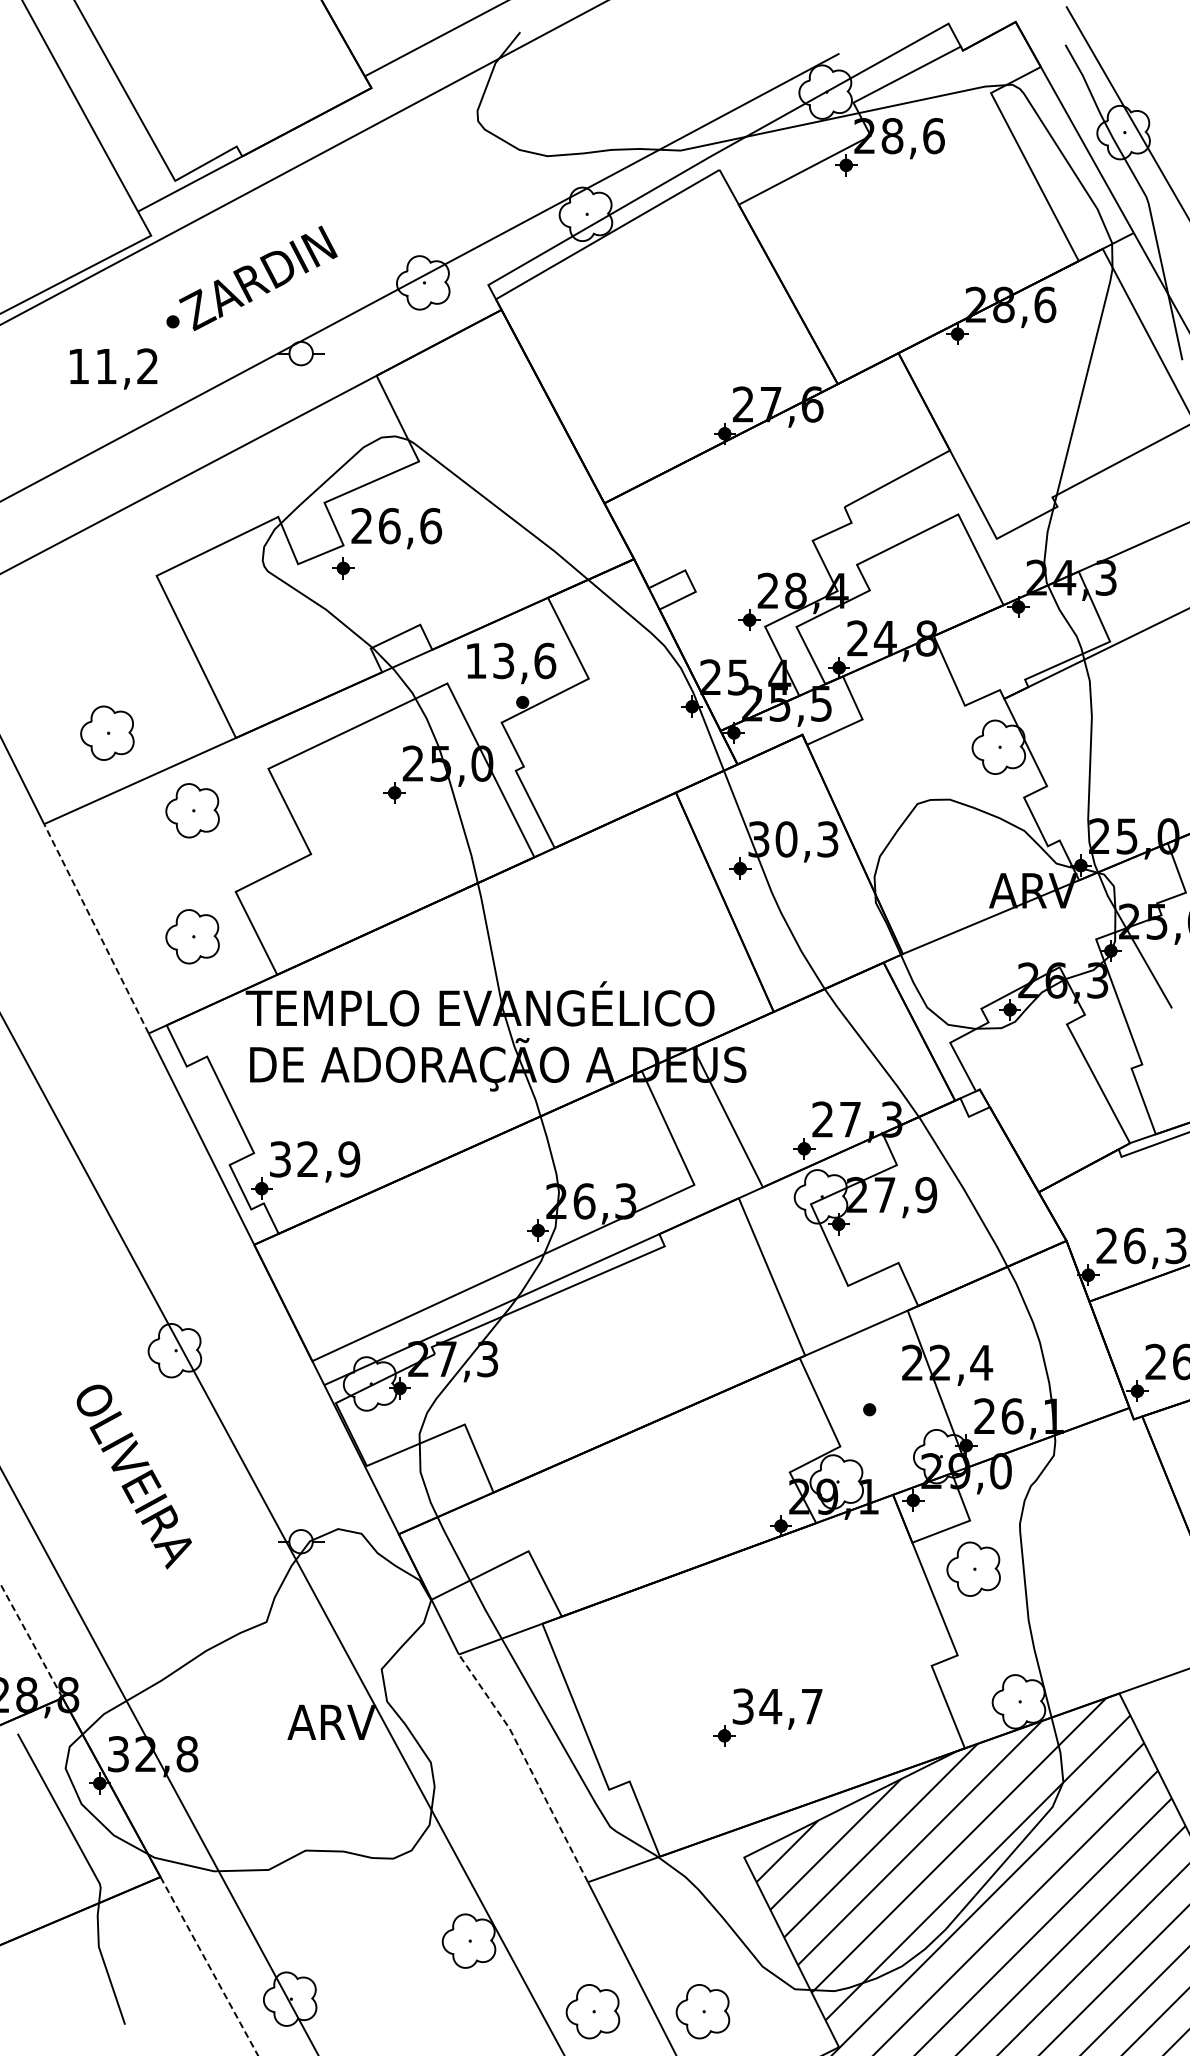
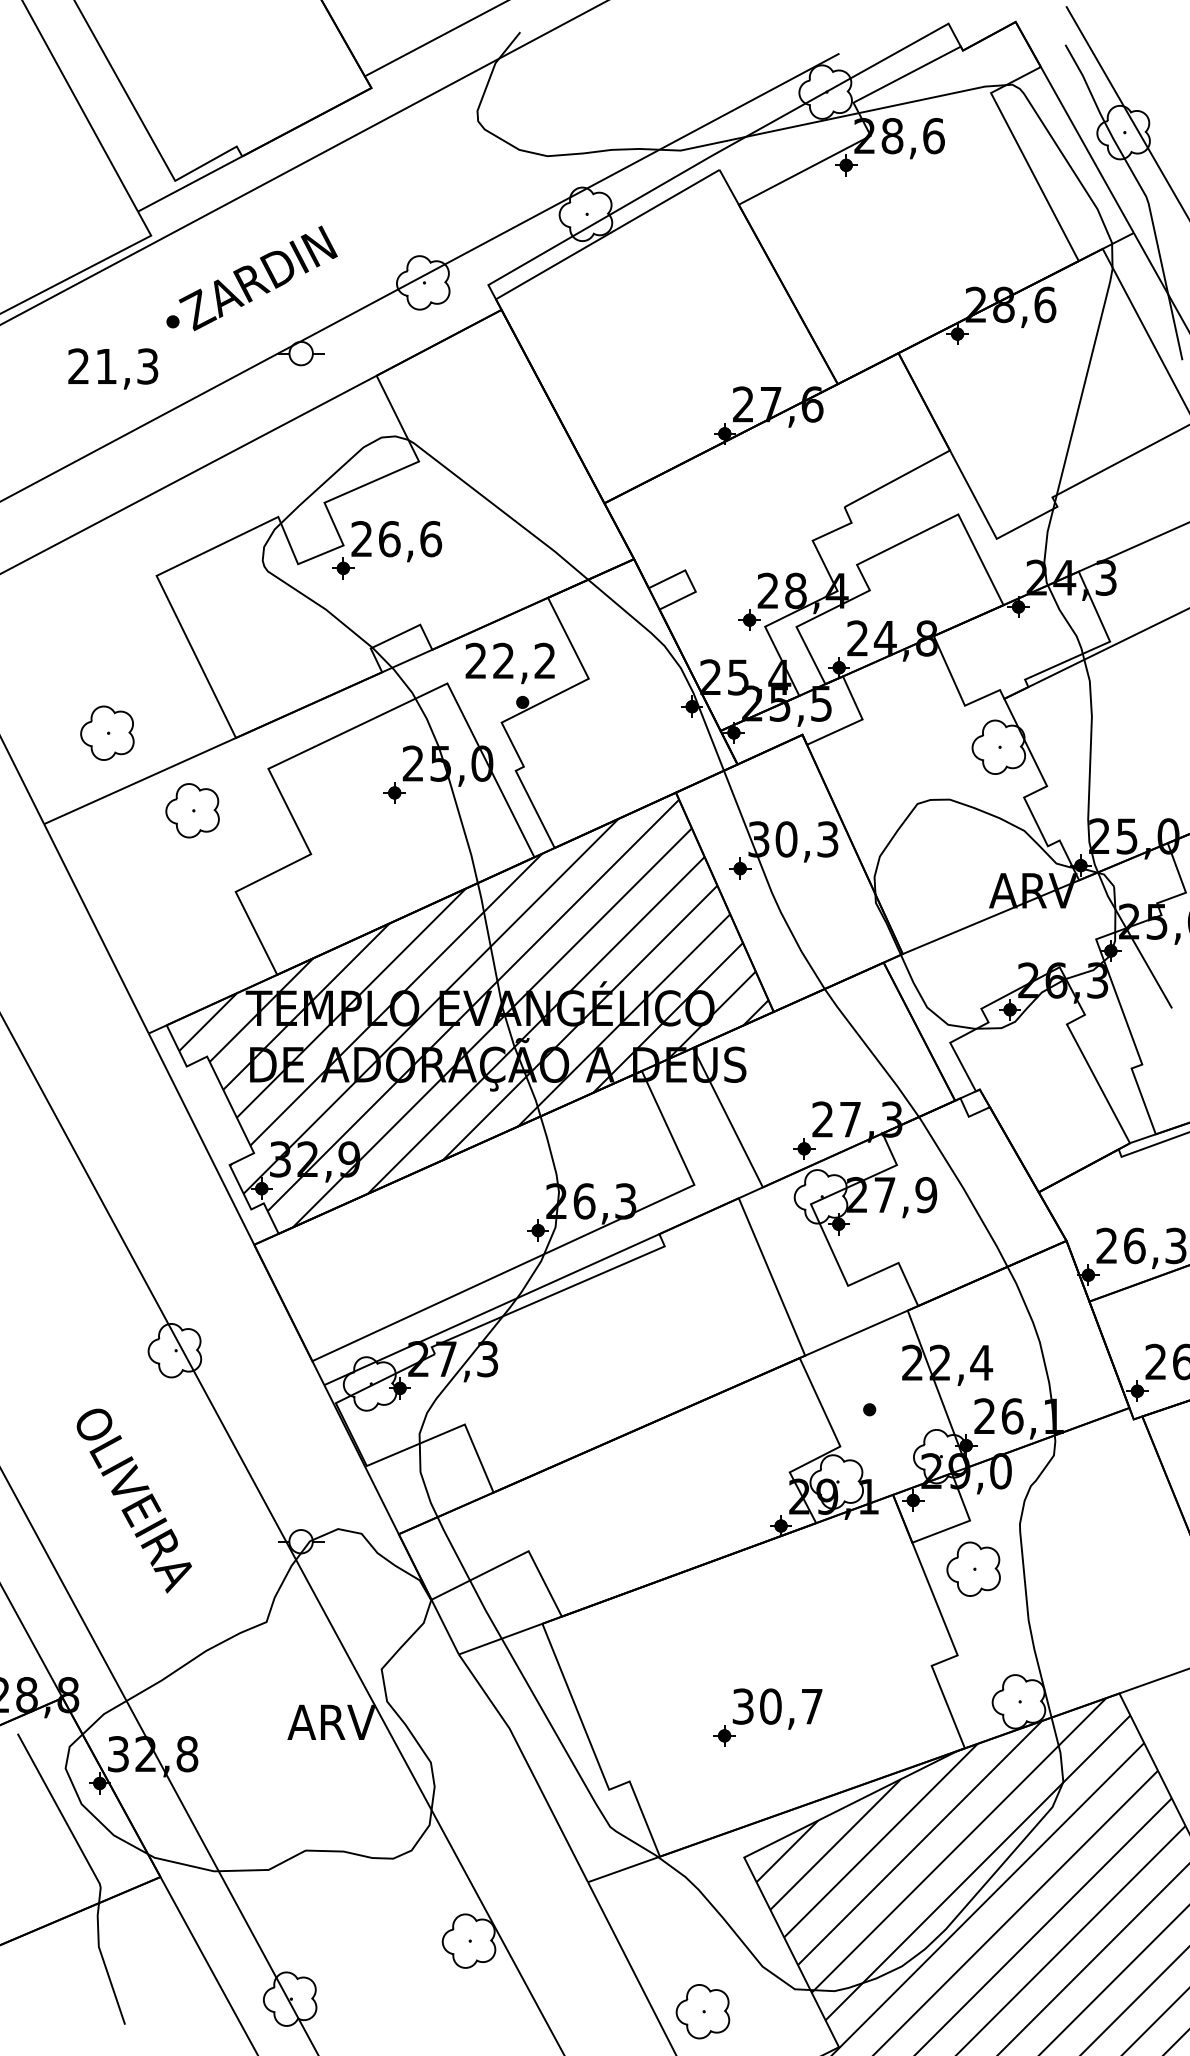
text at (113, 366): 11,2 -> 21,3
text at (396, 528) position: (396, 528) -> (396, 541)
text at (510, 660): 13,6 -> 22,2
line at (96, 928): dashed -> solid
part at (192, 936): present -> none
hatch at (473, 1013): none -> present
text at (133, 1476) position: (133, 1476) -> (133, 1500)
line at (31, 1641): dashed -> solid
text at (770, 1706): 34,7 -> 30,7
line at (528, 1764): dashed -> solid
line at (209, 1966): dashed -> solid
part at (592, 2011): present -> none
